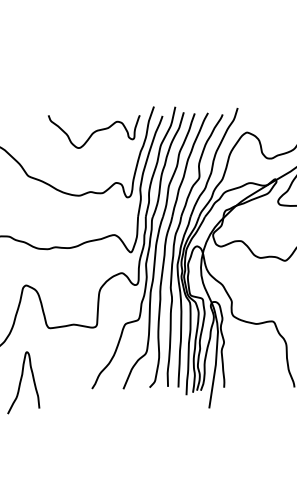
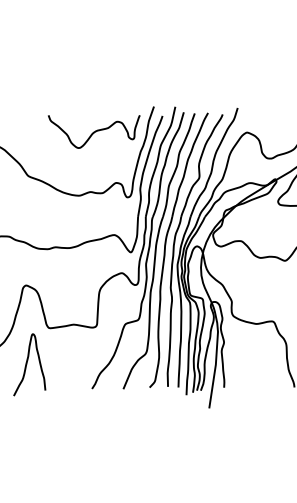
curve at (21, 382) position: (21, 382) -> (27, 364)
